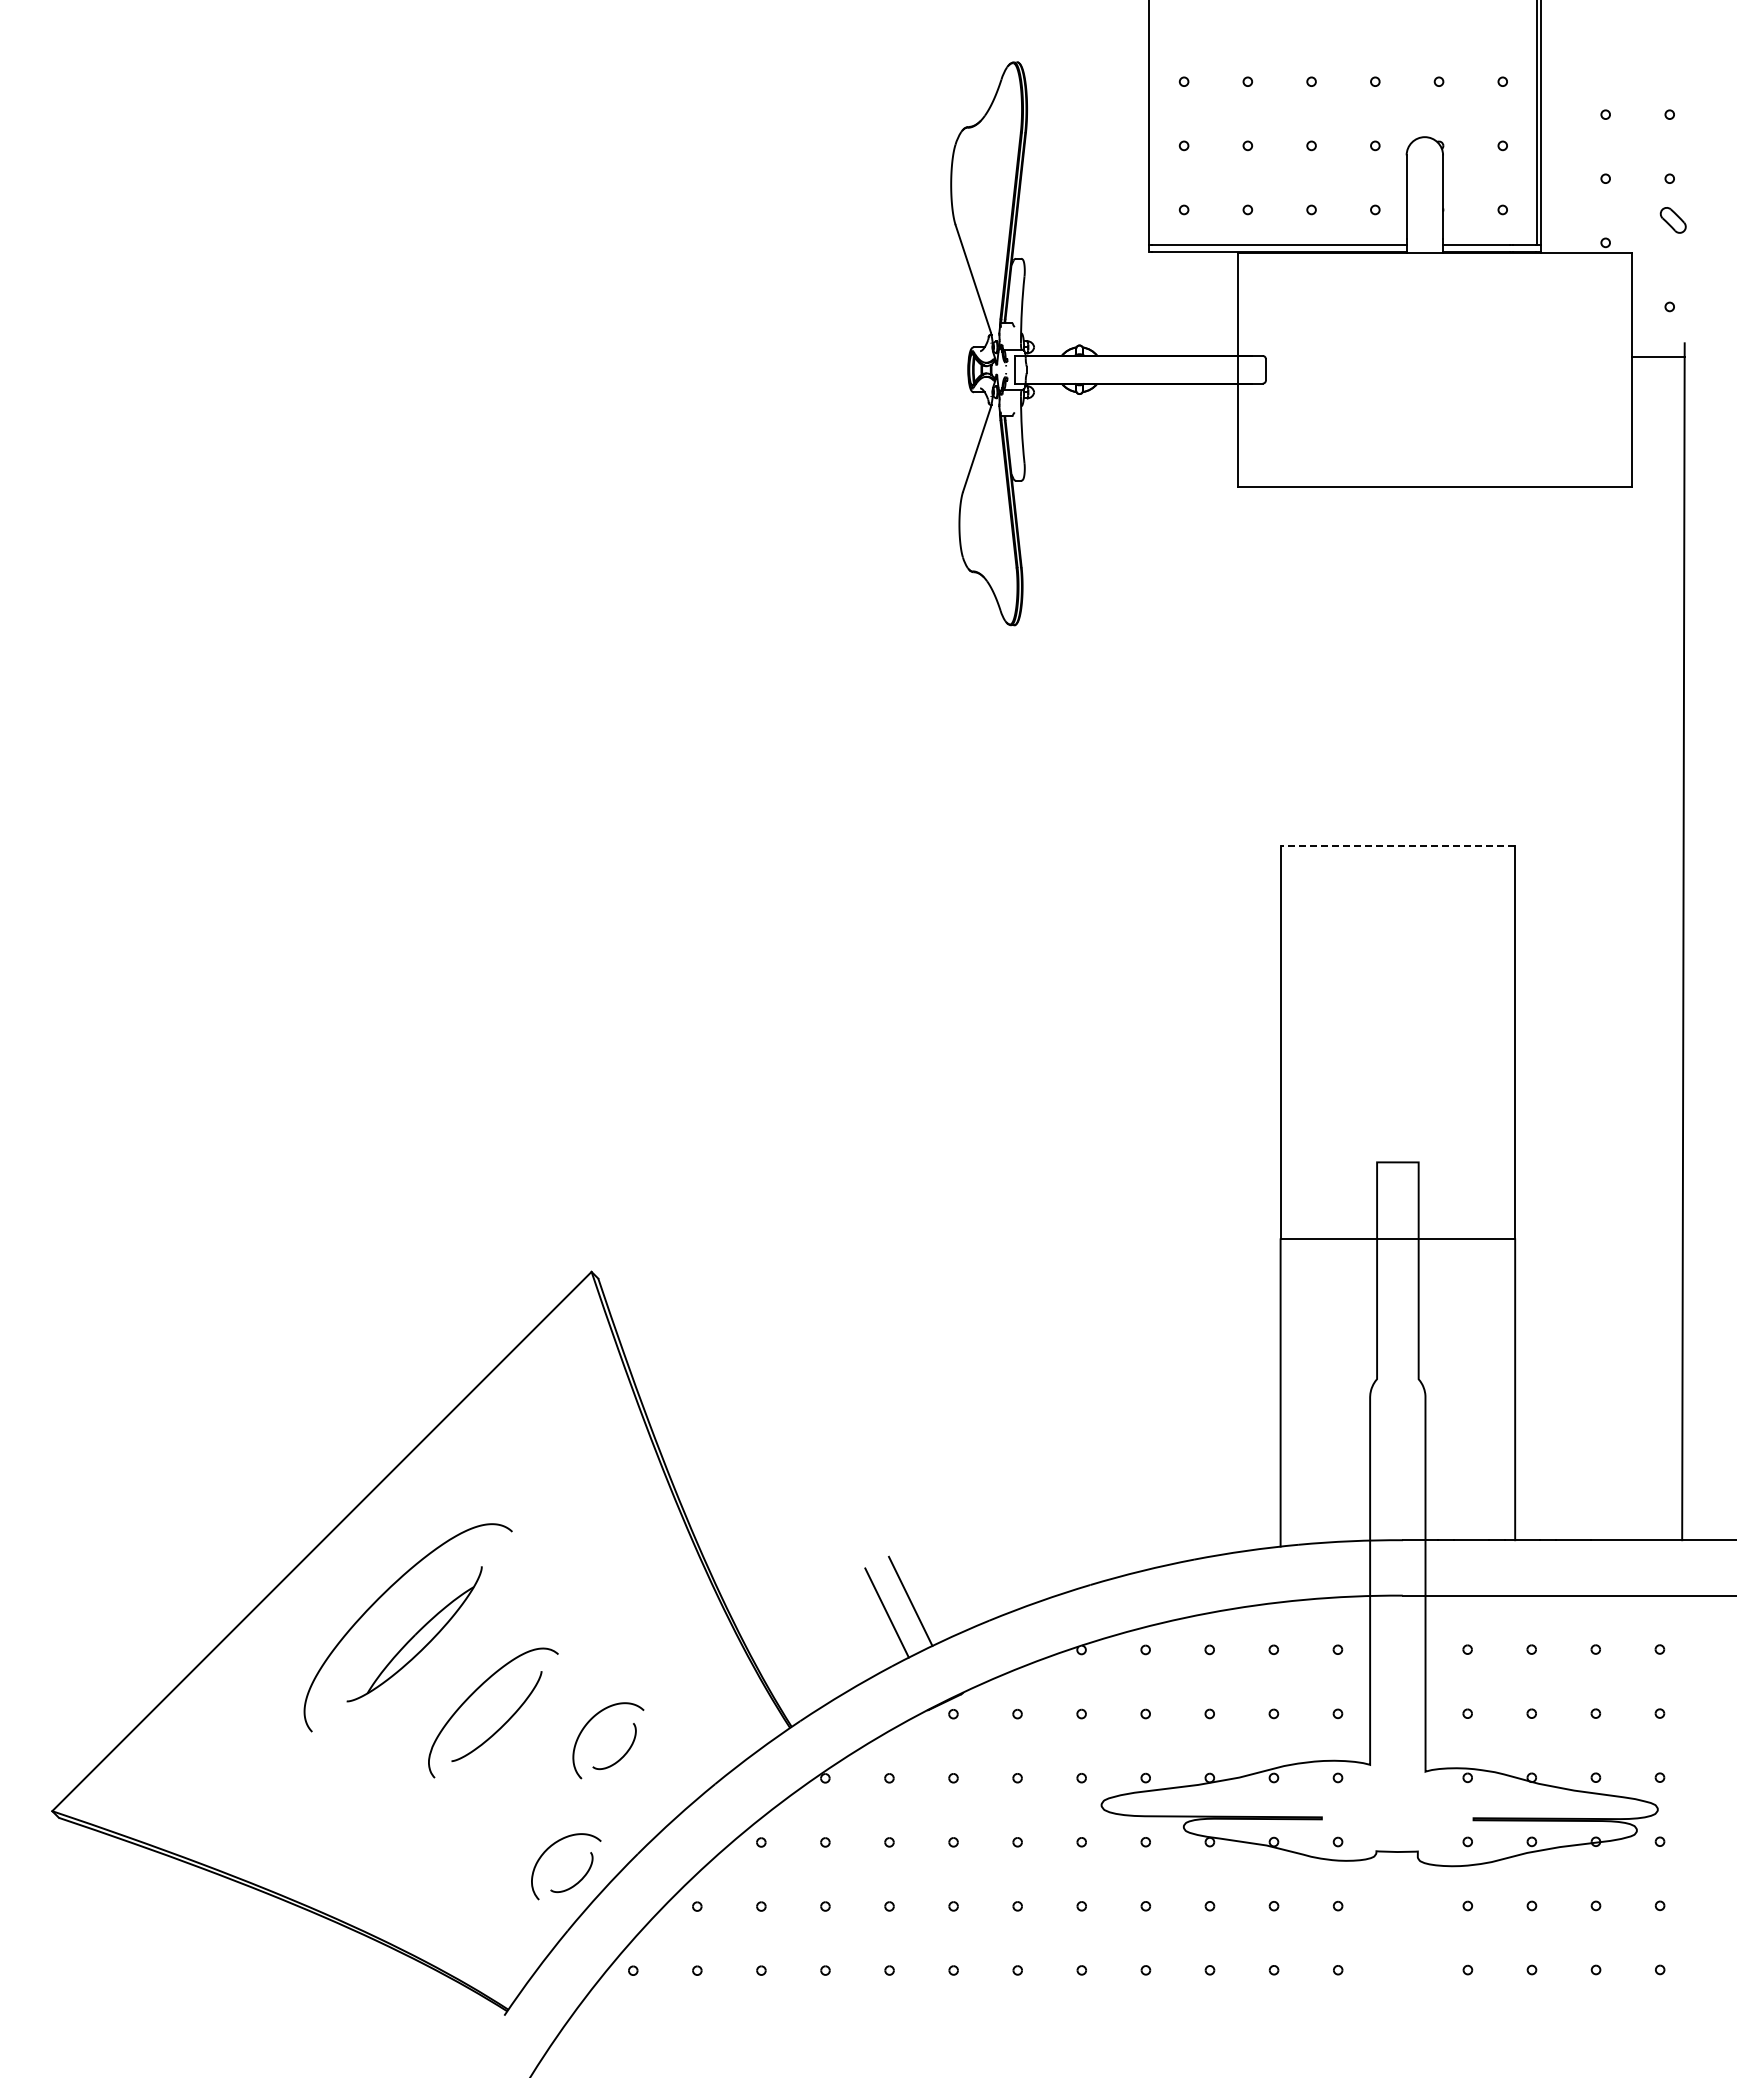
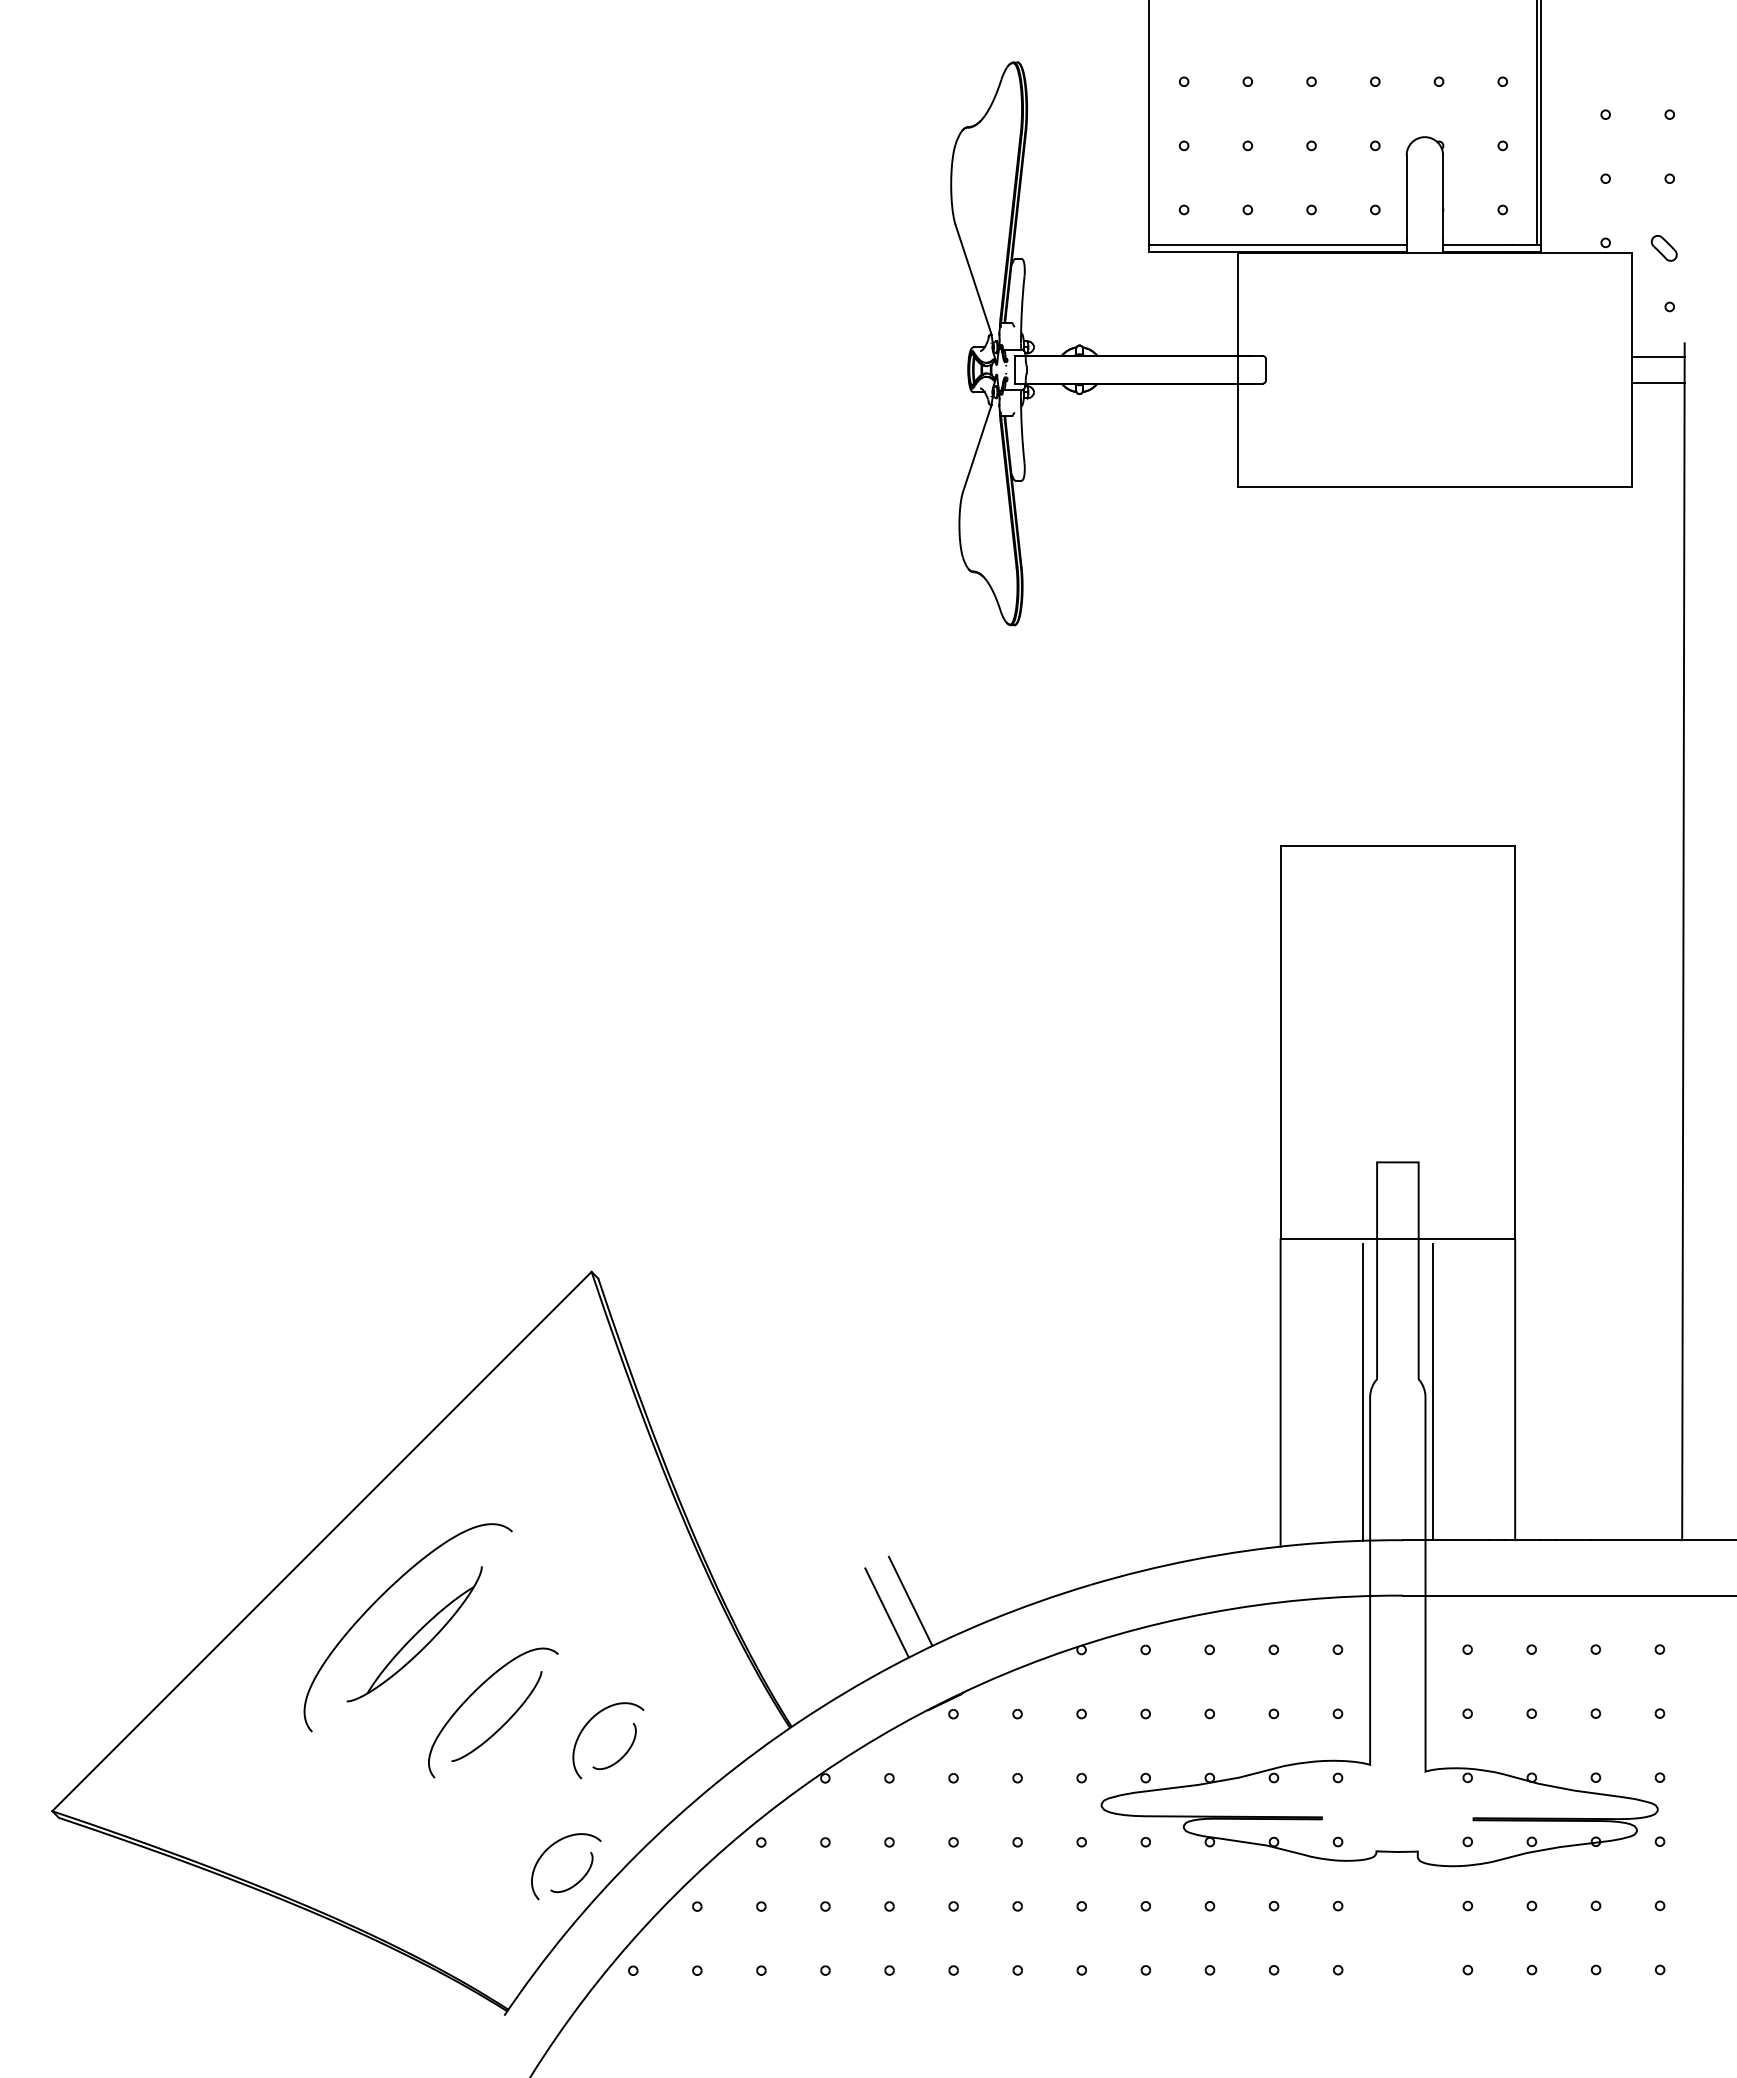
part at (1672, 220) position: (1672, 220) -> (1663, 248)
line at (1657, 382): none -> present
line at (1397, 846): dashed -> solid
line at (1363, 1391): none -> present
line at (1432, 1391): none -> present
